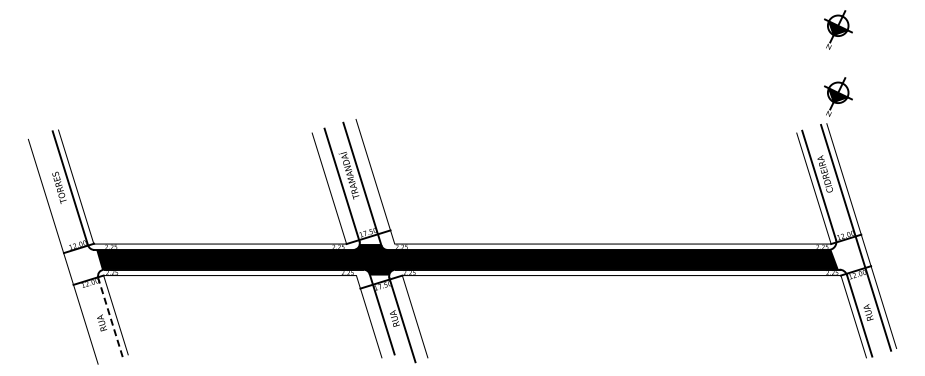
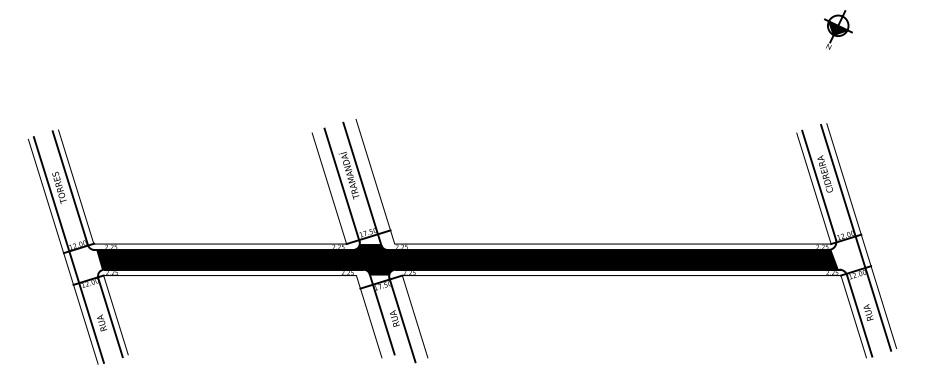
part at (838, 96): present -> none
line at (68, 249): none -> present
line at (110, 317): dashed -> solid
